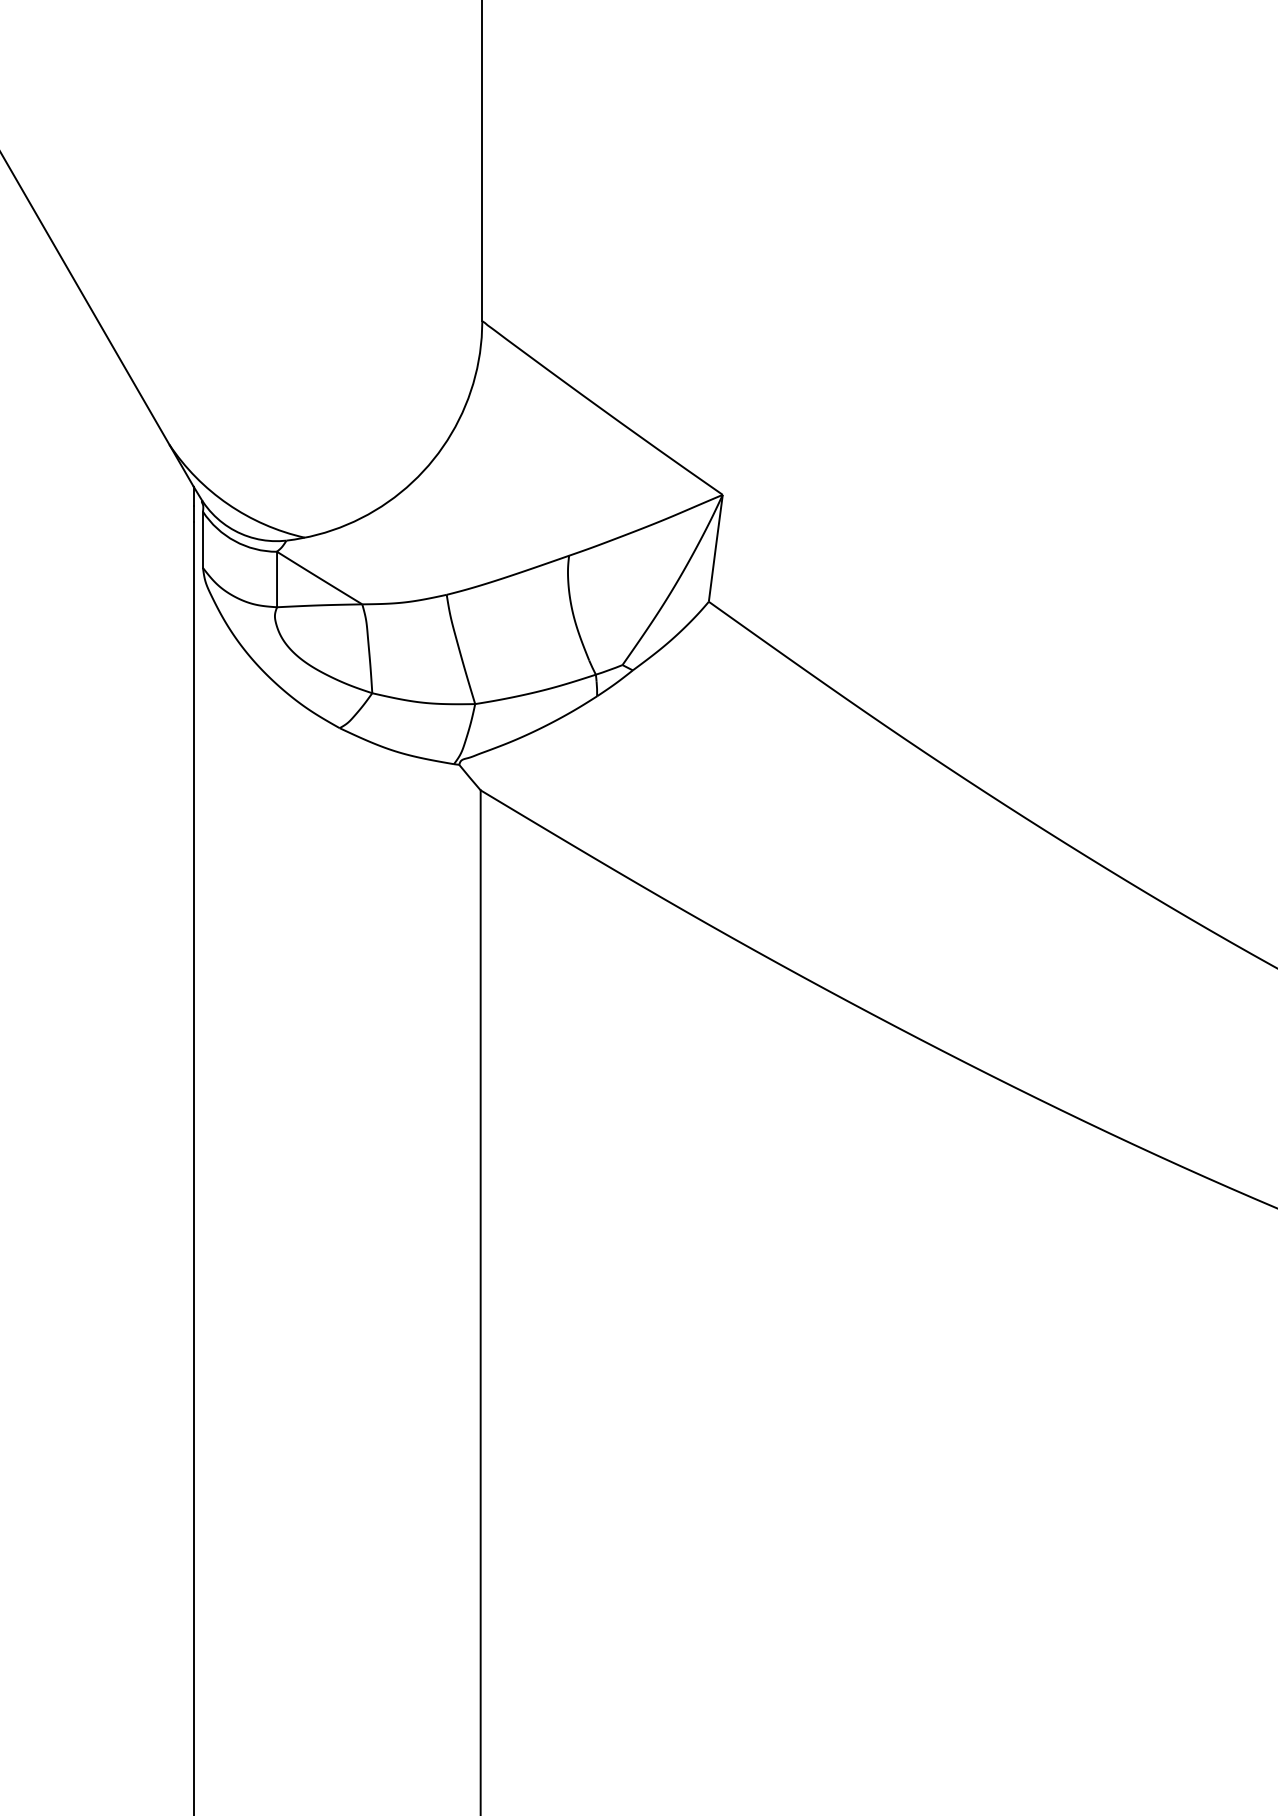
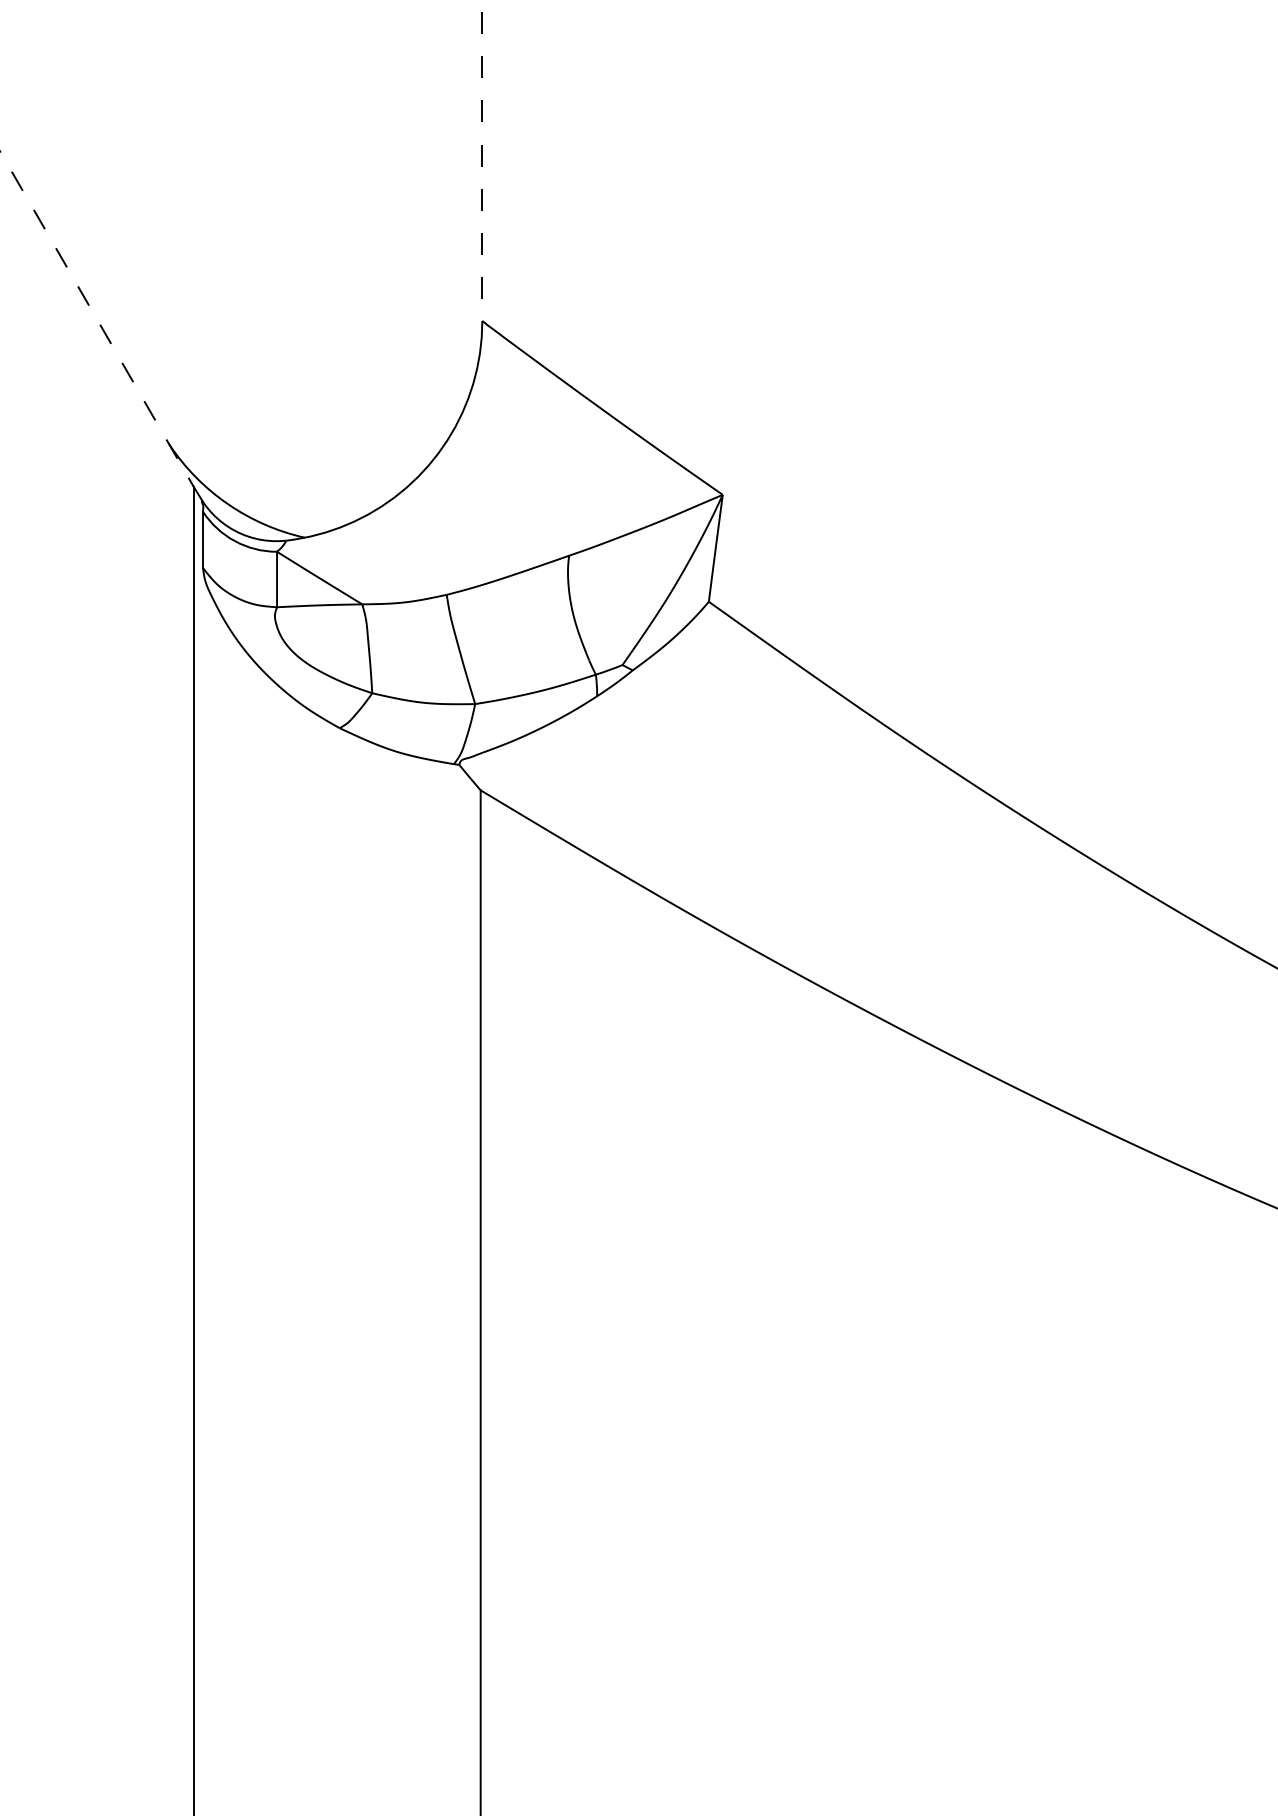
line at (482, 161): solid -> dashed
line at (96, 319): solid -> dashed
